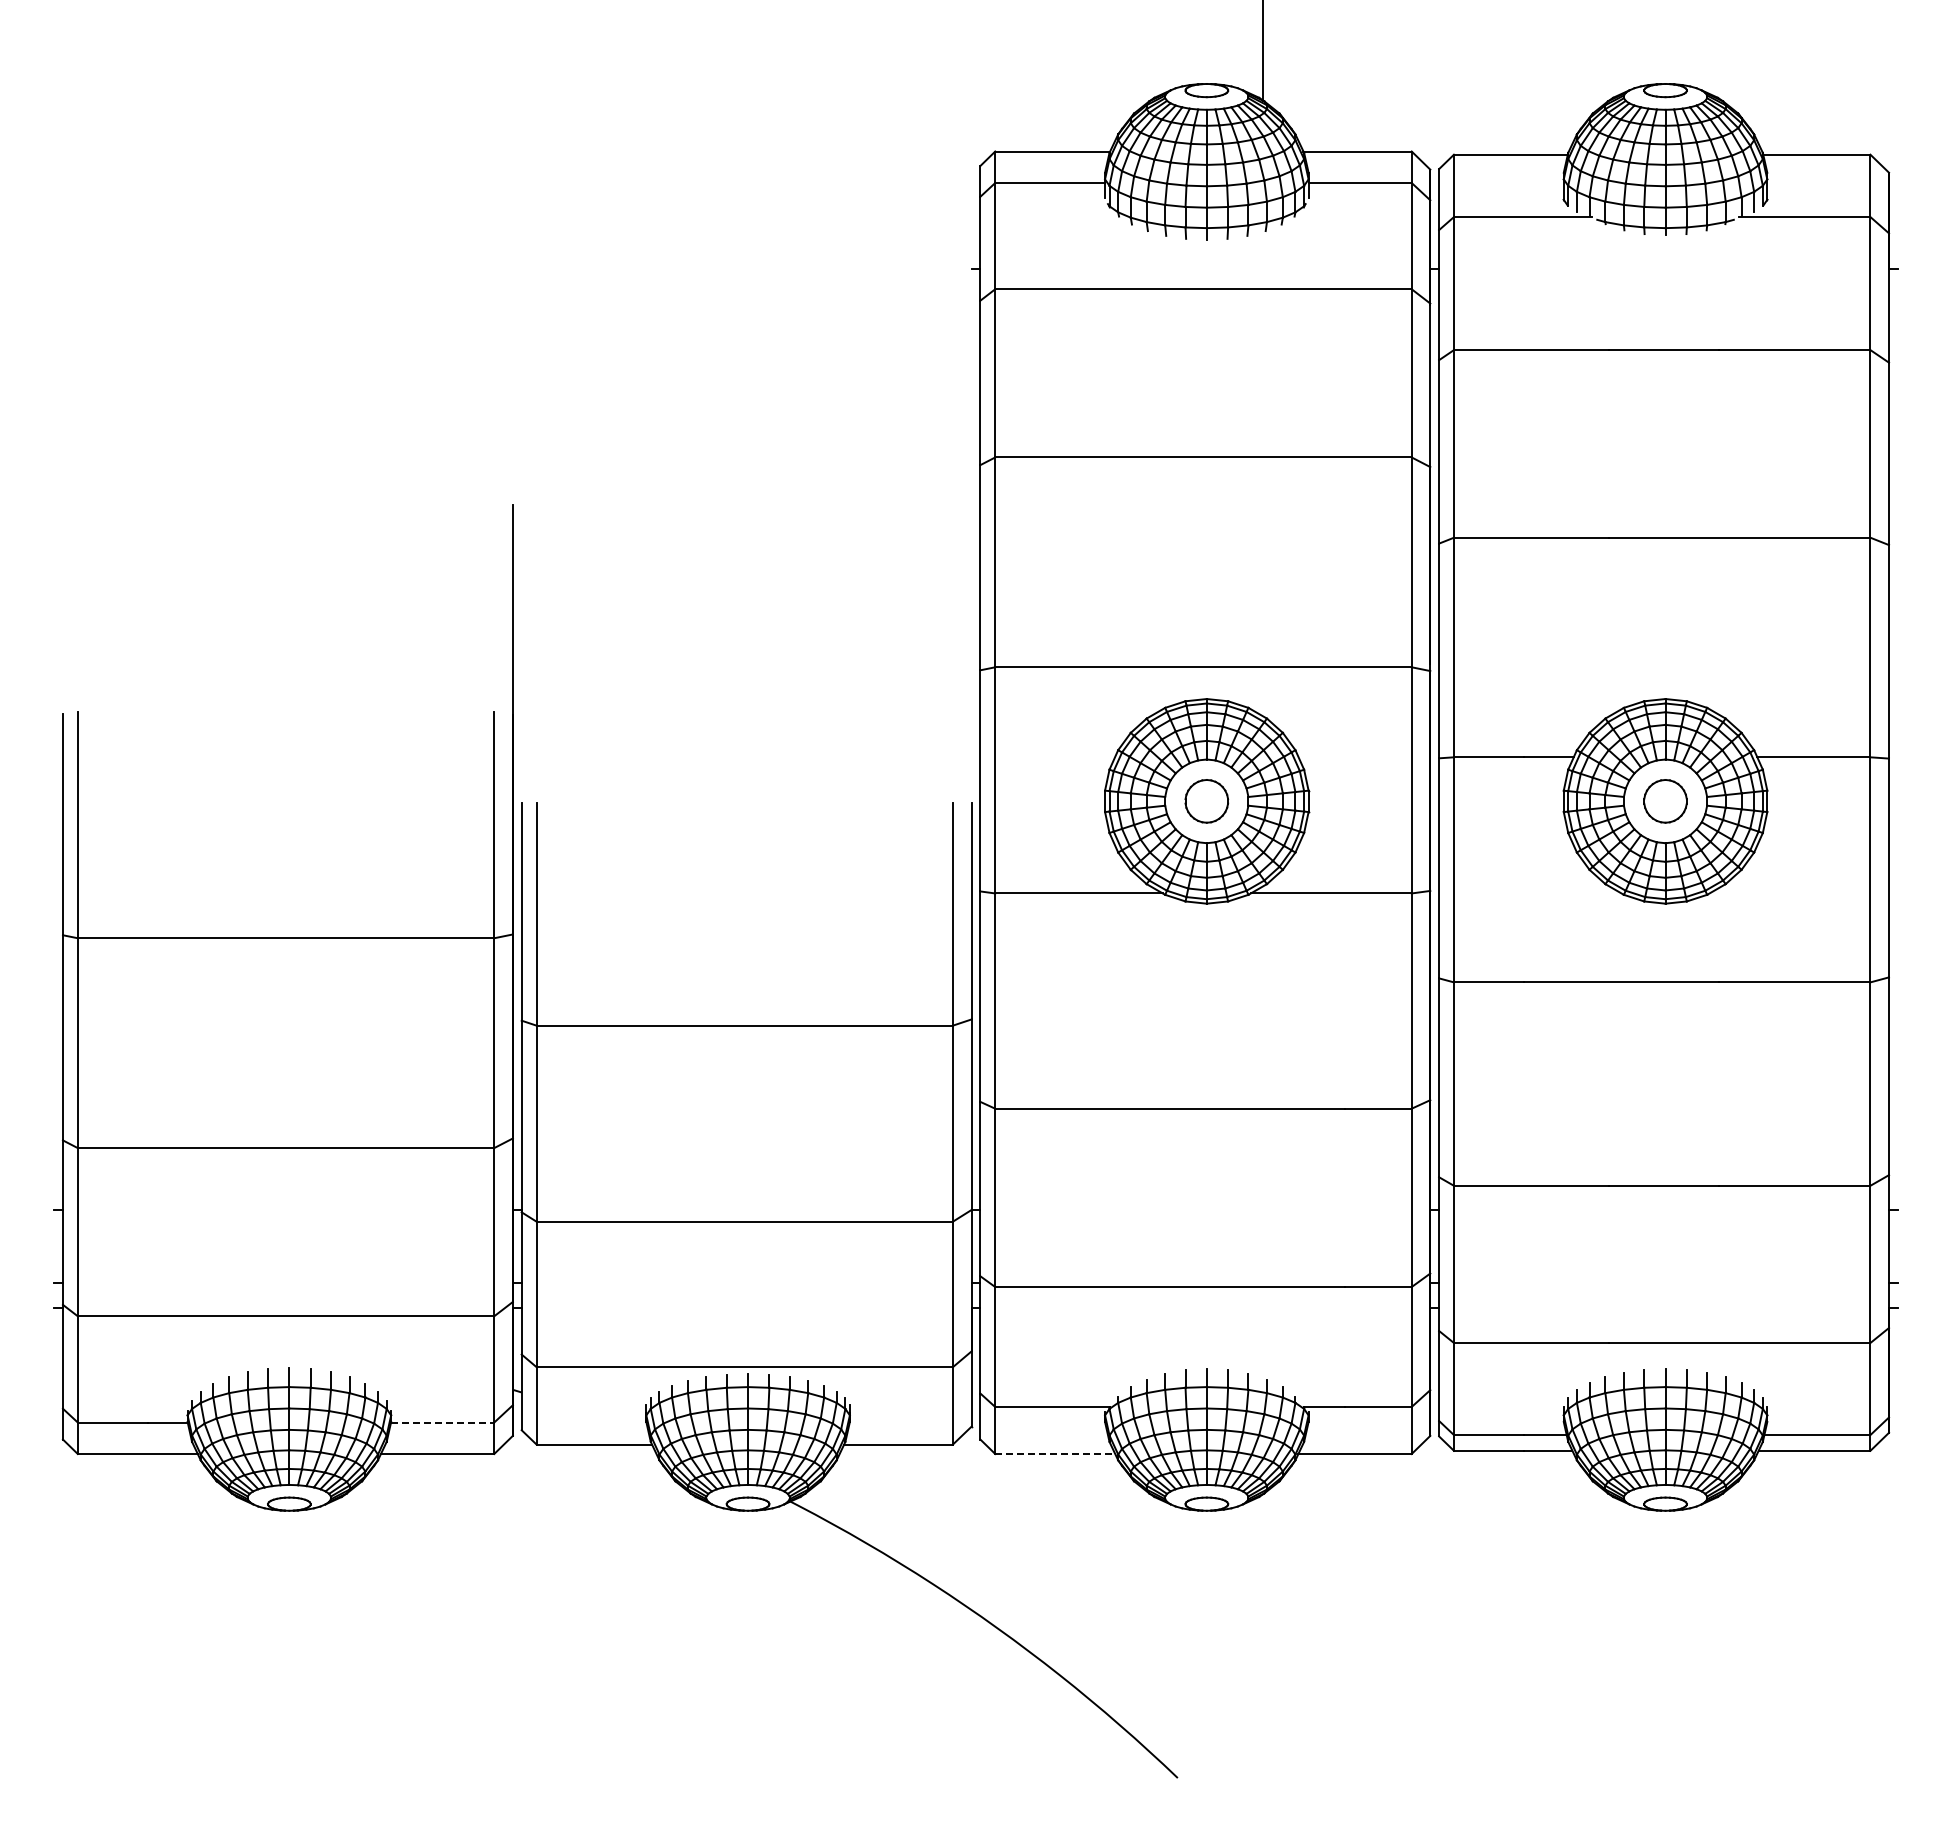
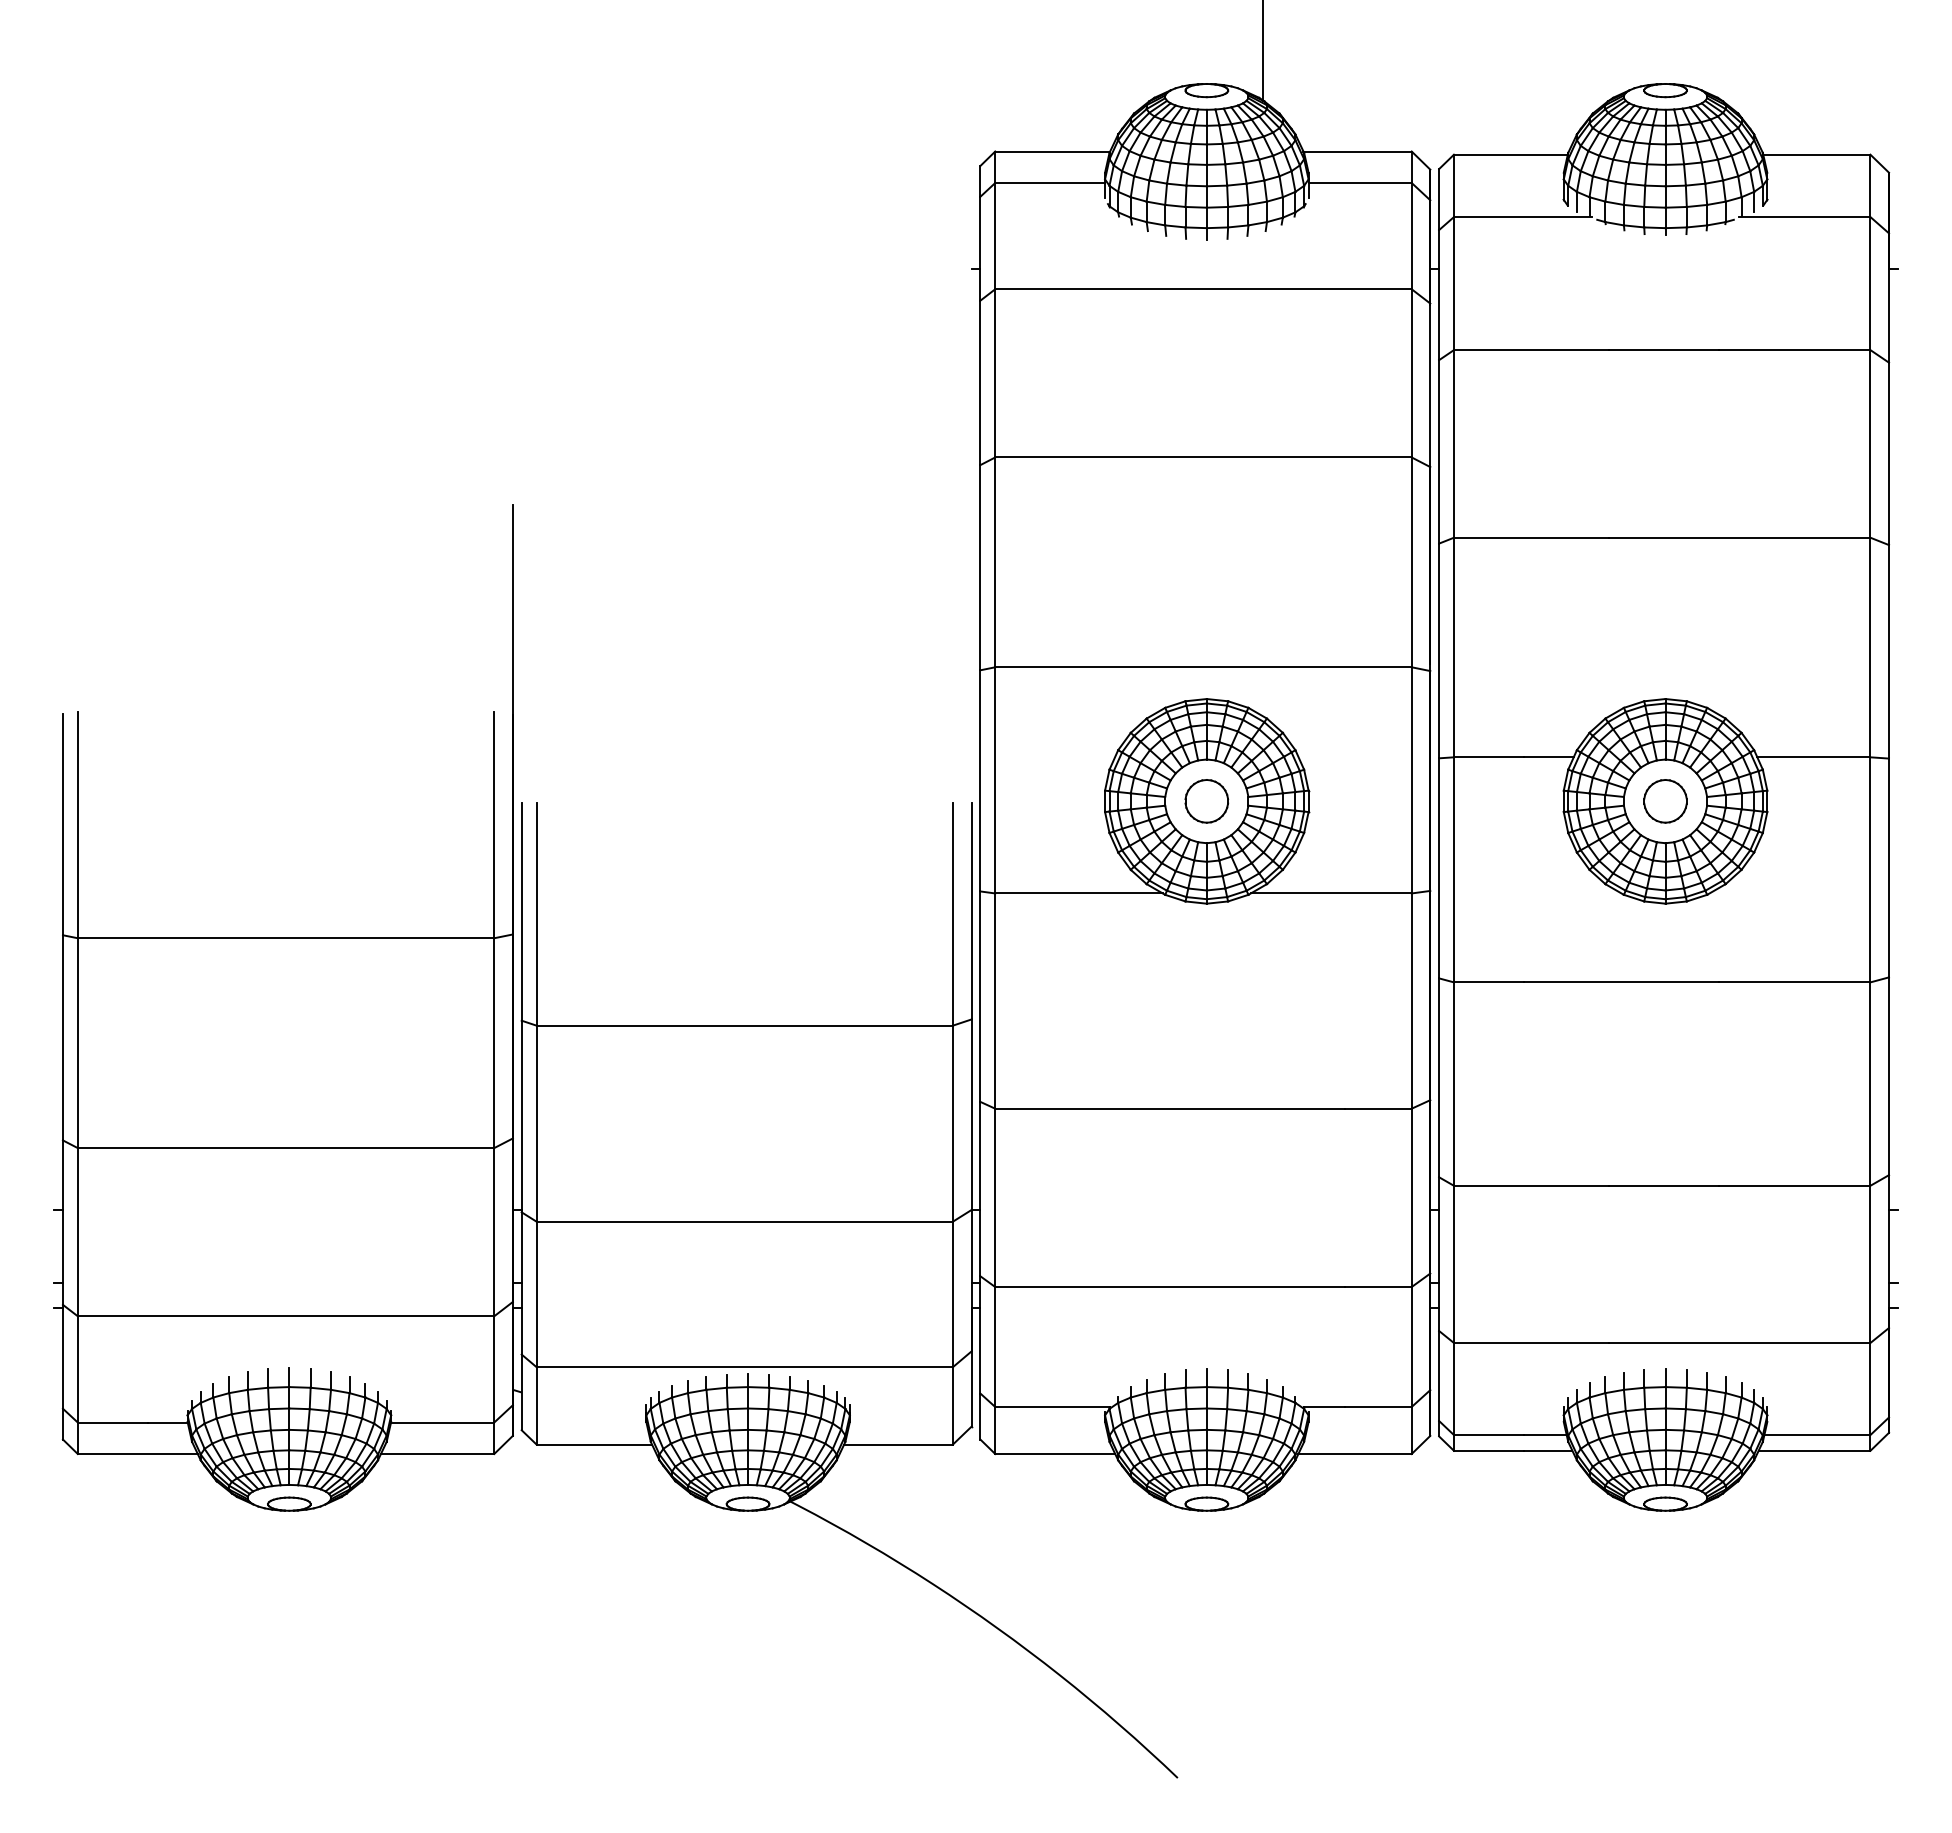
line at (442, 1422): dashed -> solid
line at (1055, 1454): dashed -> solid
